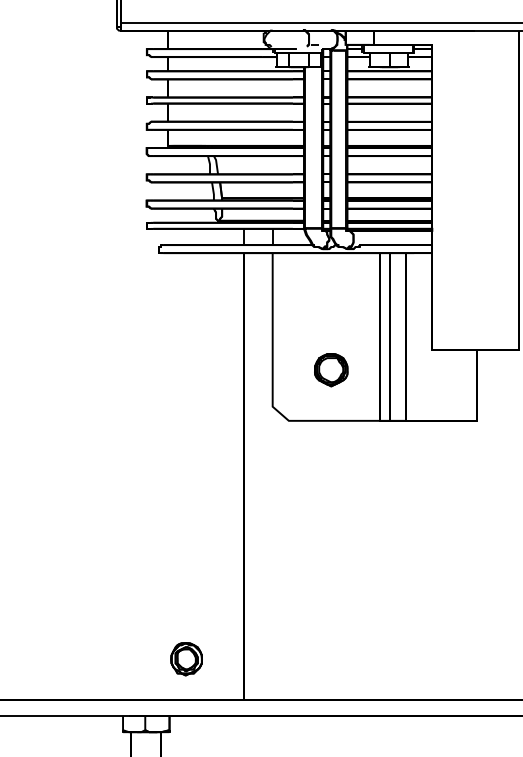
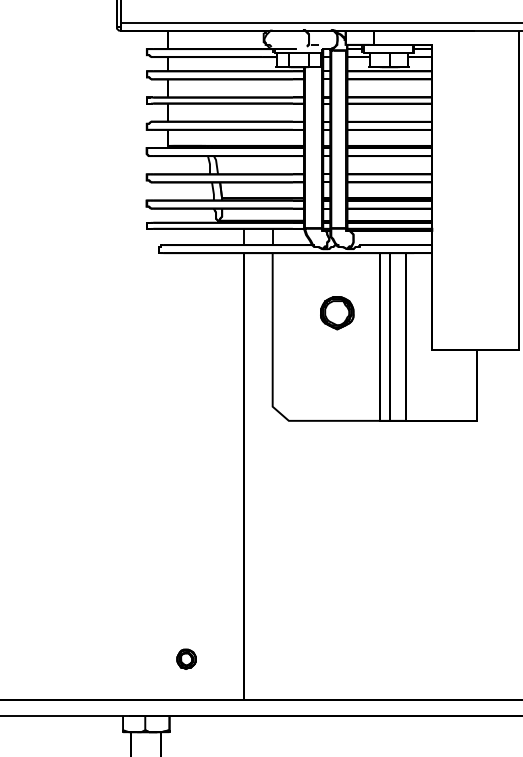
part at (331, 370) position: (331, 370) -> (337, 313)
part at (186, 659) size: 33x35 px -> 21x22 px
